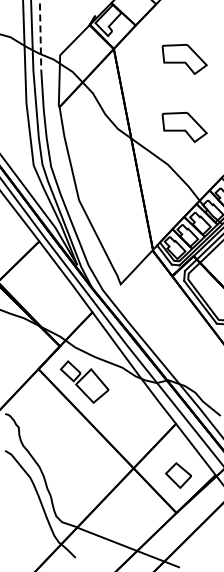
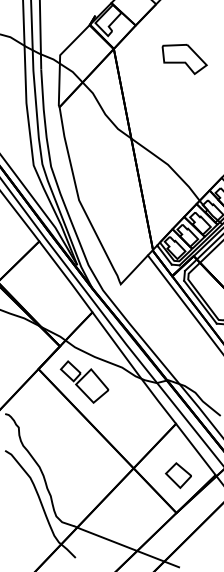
line at (40, 34): dashed -> solid
part at (184, 127): present -> none
line at (183, 302): none -> present
